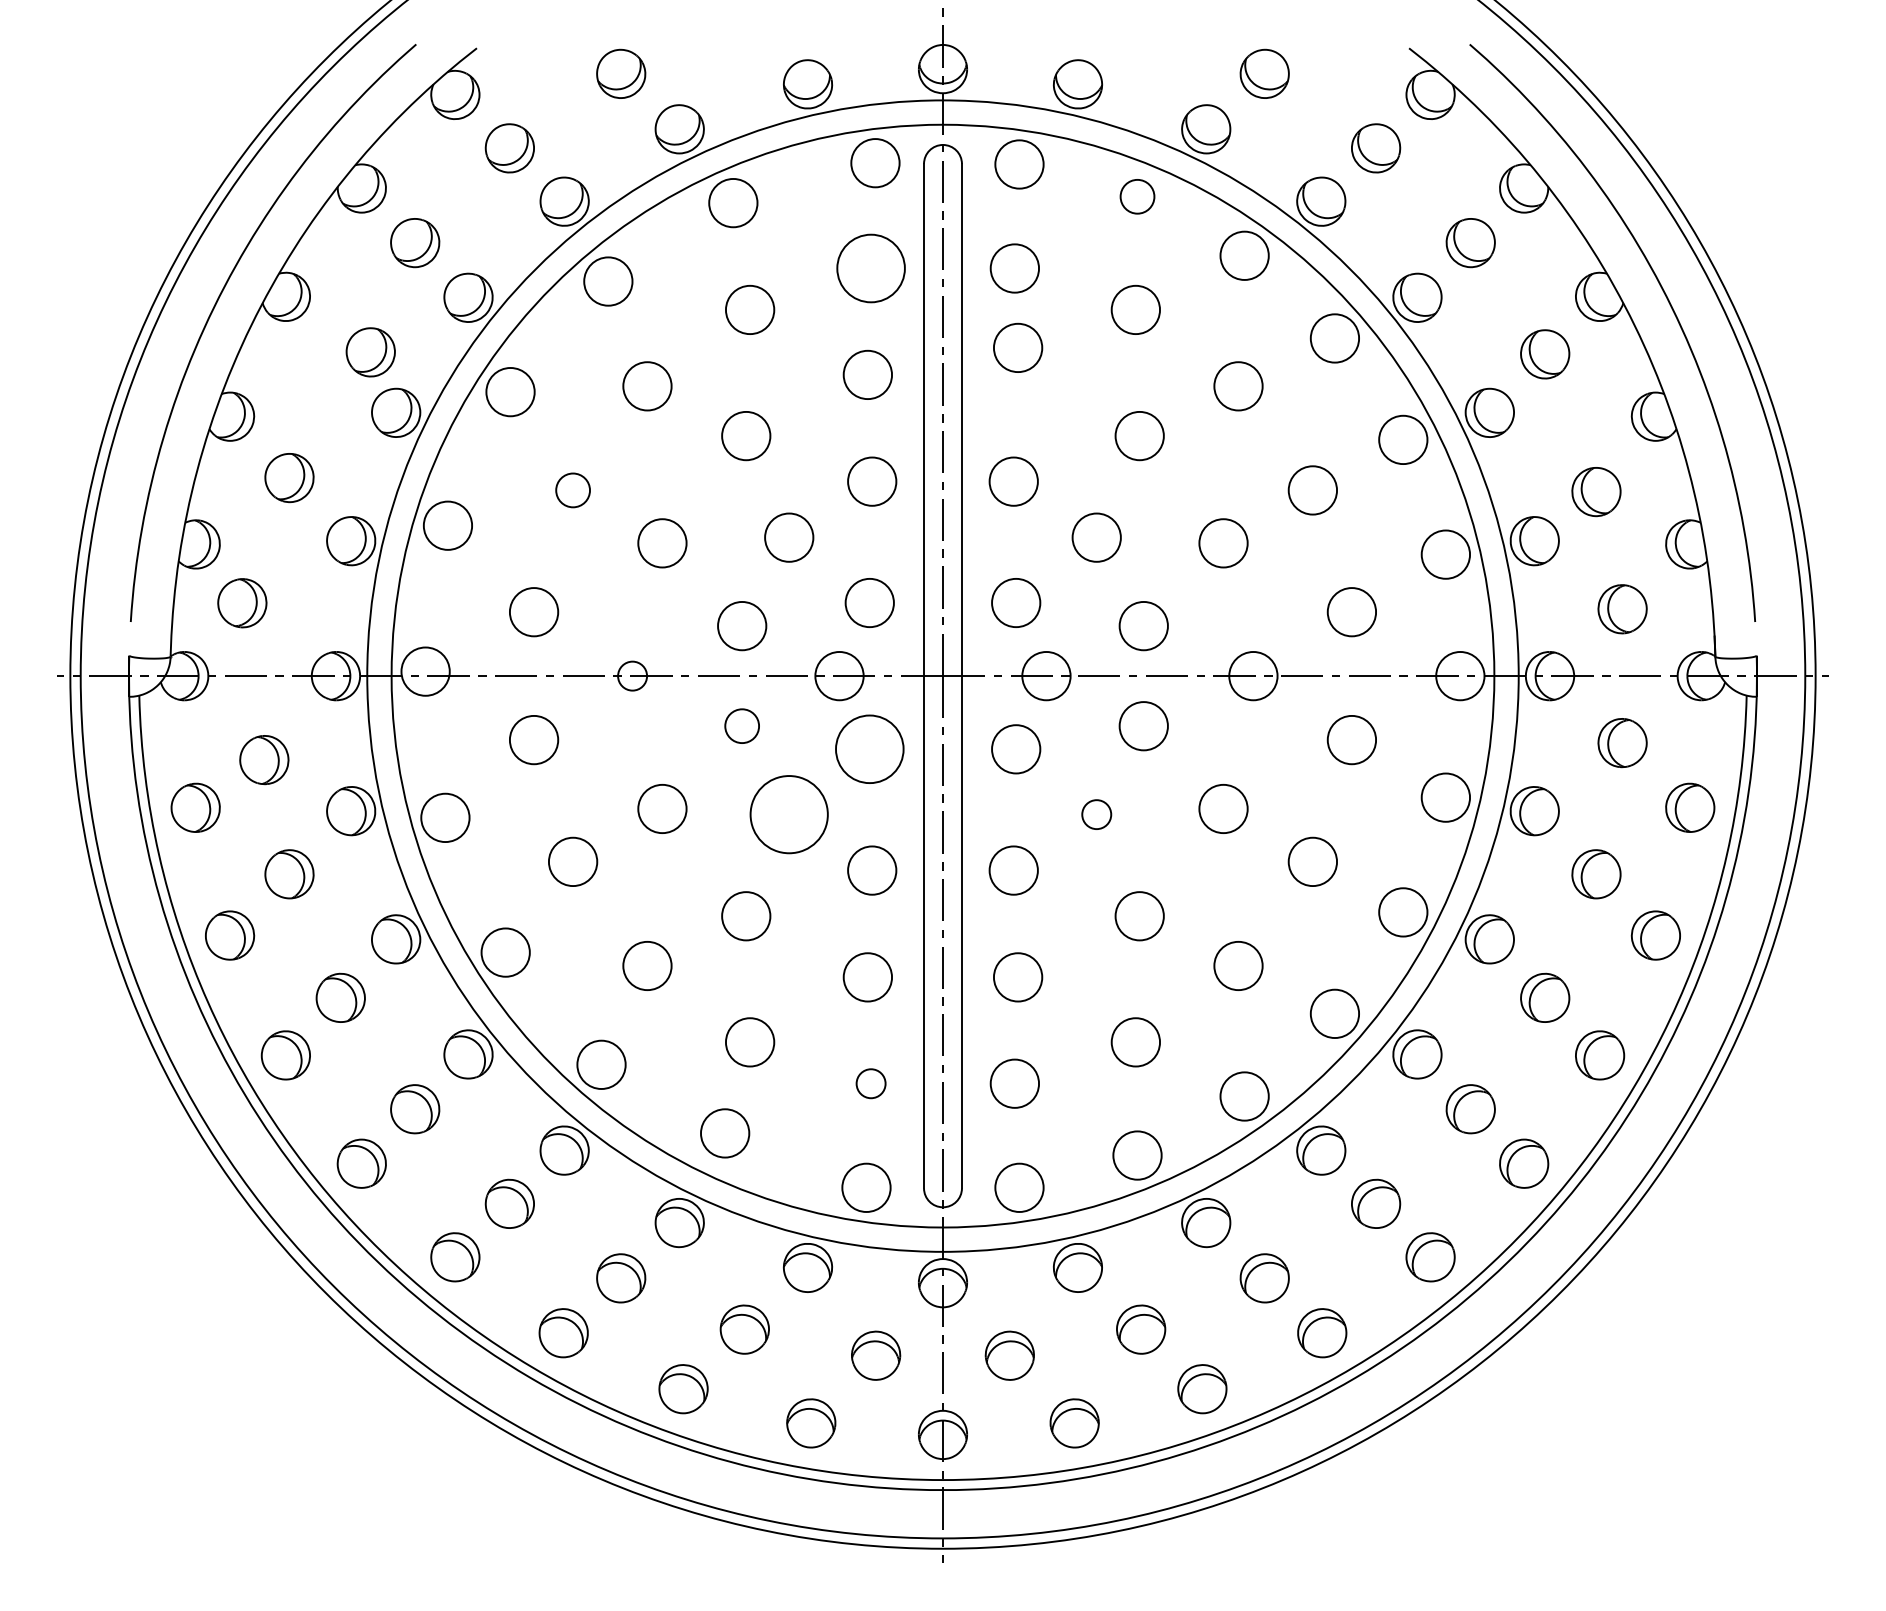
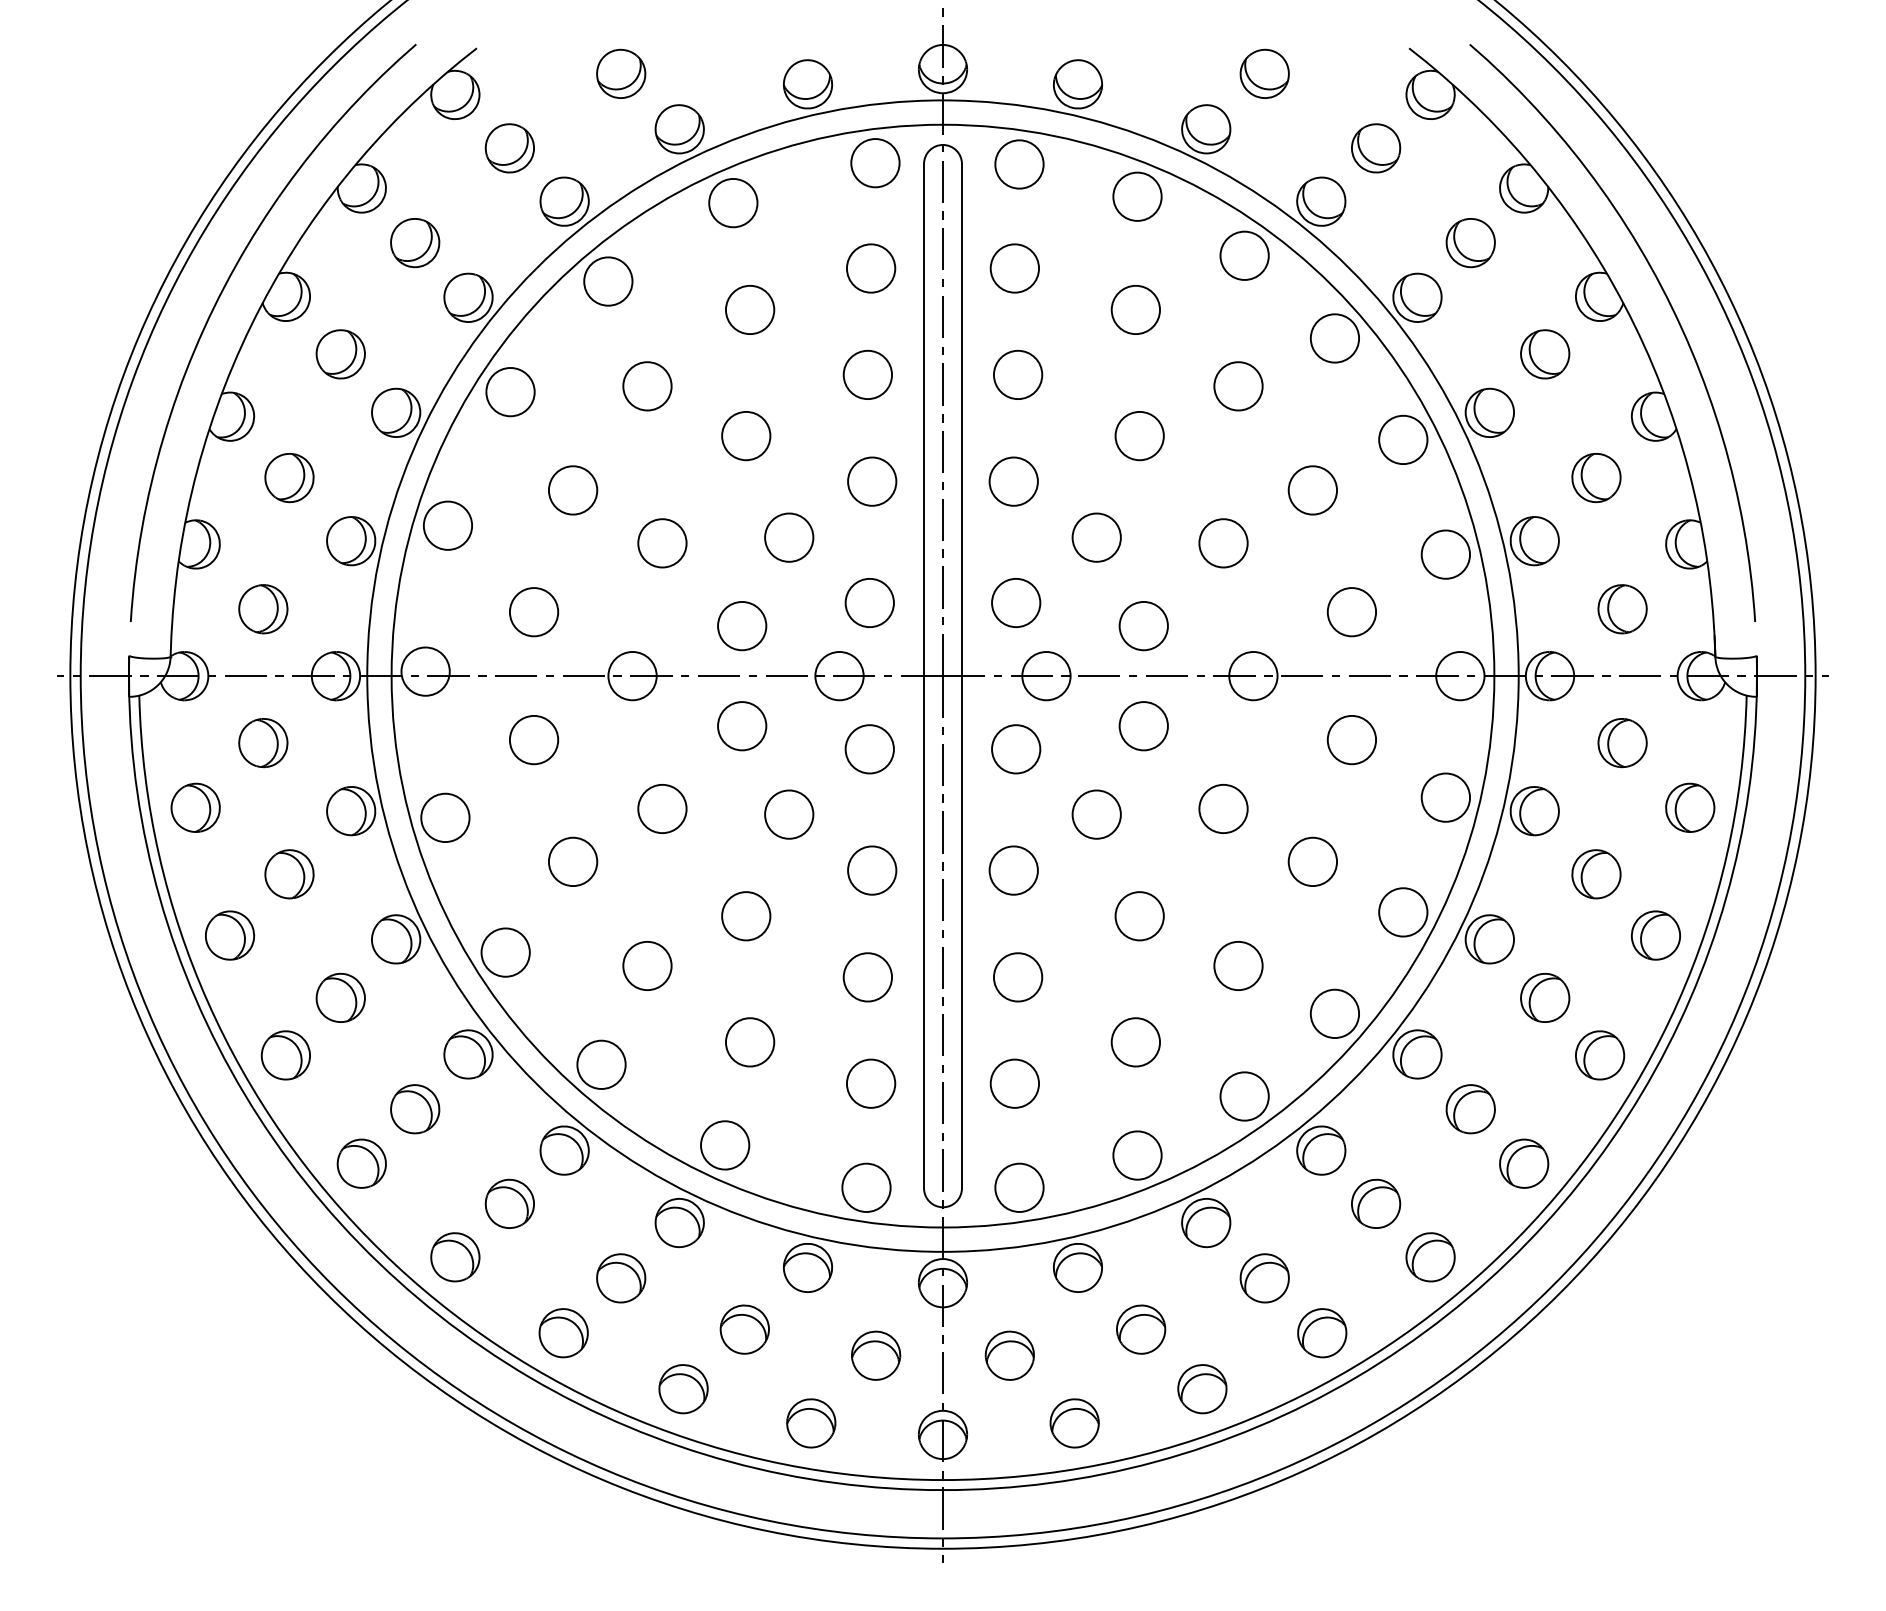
circle at (1137, 196) diameter: 34 px -> 48 px
circle at (870, 268) diameter: 68 px -> 48 px
circle at (1018, 347) position: (1018, 347) -> (1018, 374)
part at (370, 352) position: (370, 352) -> (340, 354)
circle at (573, 490) diameter: 34 px -> 48 px
part at (1596, 492) position: (1596, 492) -> (1596, 478)
part at (242, 603) position: (242, 603) -> (263, 609)
circle at (632, 675) diameter: 29 px -> 48 px
circle at (742, 726) diameter: 34 px -> 48 px
circle at (869, 749) diameter: 68 px -> 48 px
part at (264, 760) position: (264, 760) -> (263, 743)
circle at (788, 814) diameter: 77 px -> 48 px
circle at (1096, 814) diameter: 29 px -> 48 px
circle at (870, 1083) diameter: 29 px -> 48 px
circle at (725, 1133) position: (725, 1133) -> (725, 1145)
